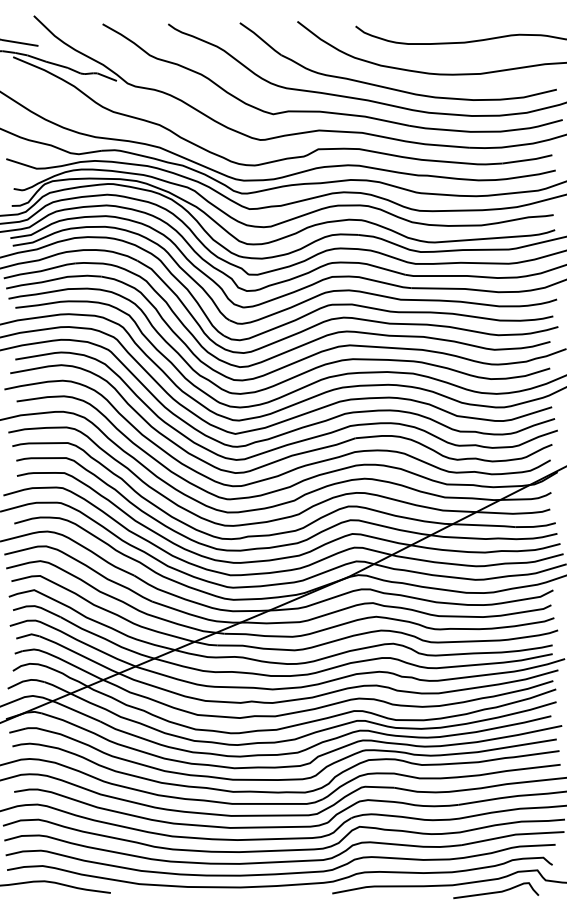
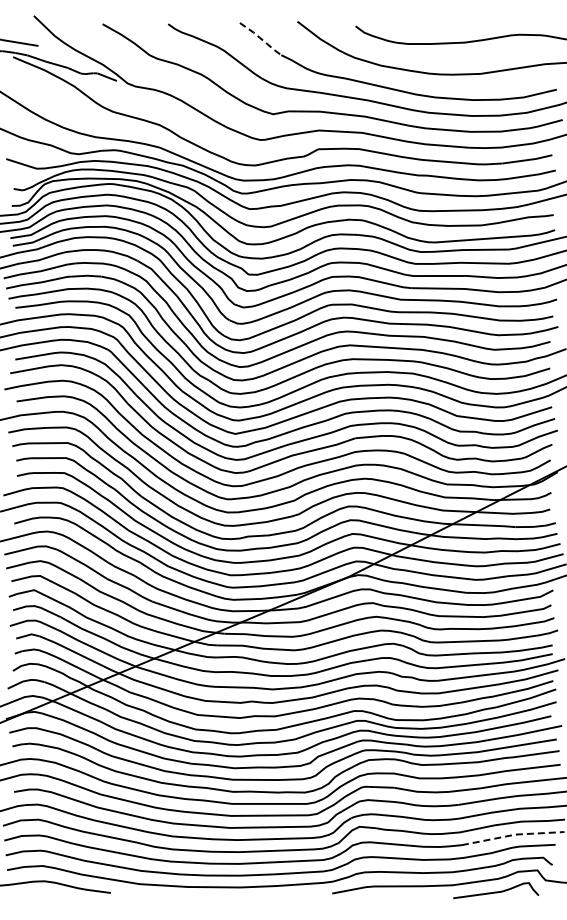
line at (261, 39): solid -> dashed
line at (513, 834): solid -> dashed
